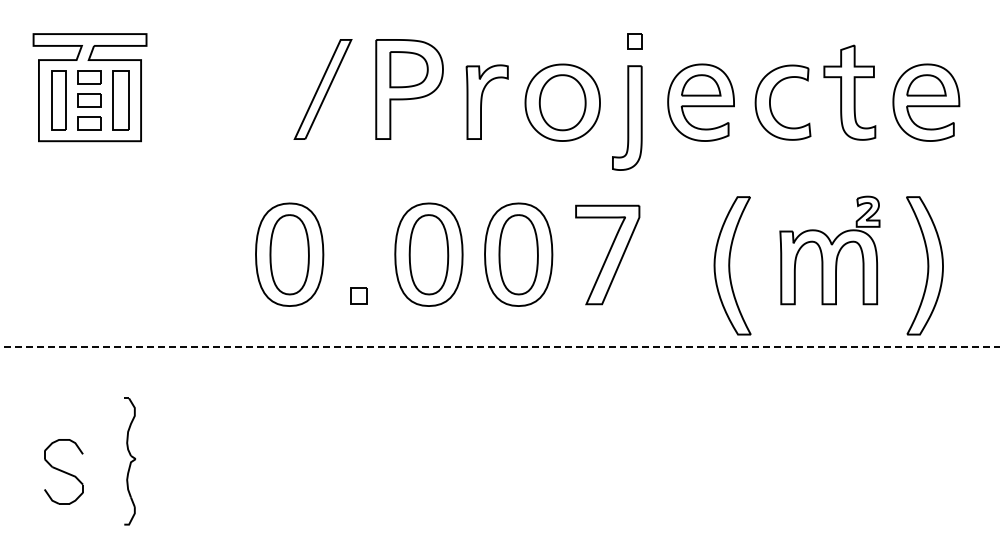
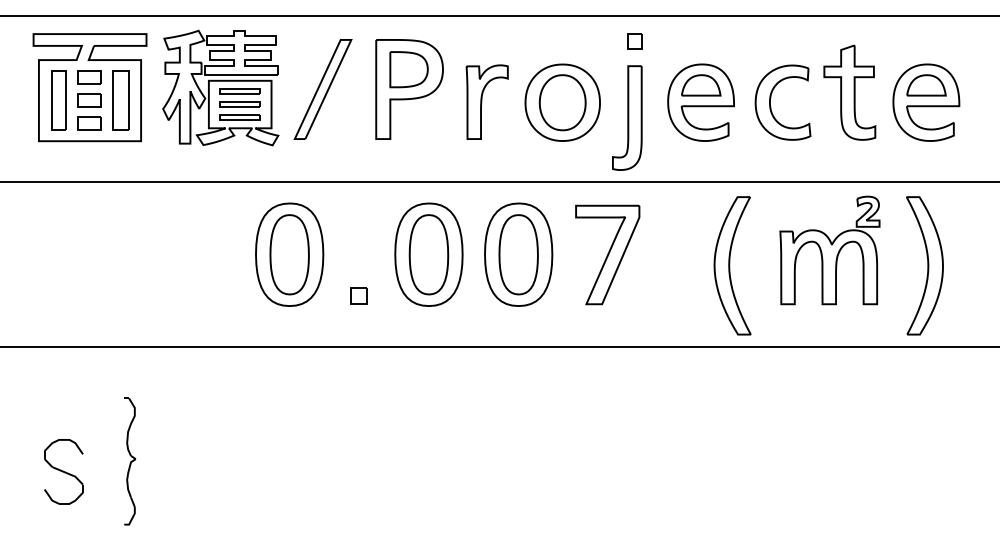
line at (499, 16): none -> present
part at (220, 87): none -> present
line at (499, 181): none -> present
line at (500, 346): dashed -> solid
